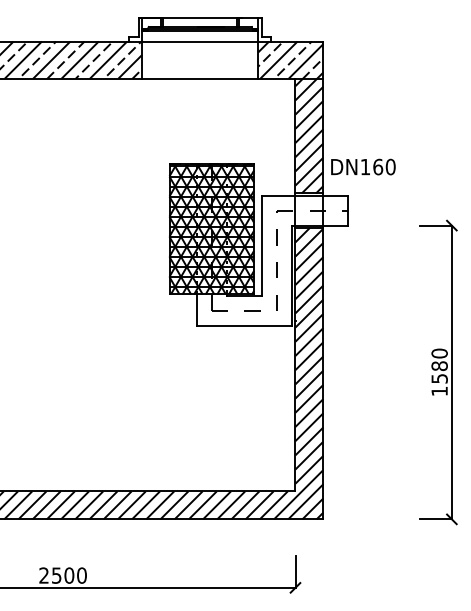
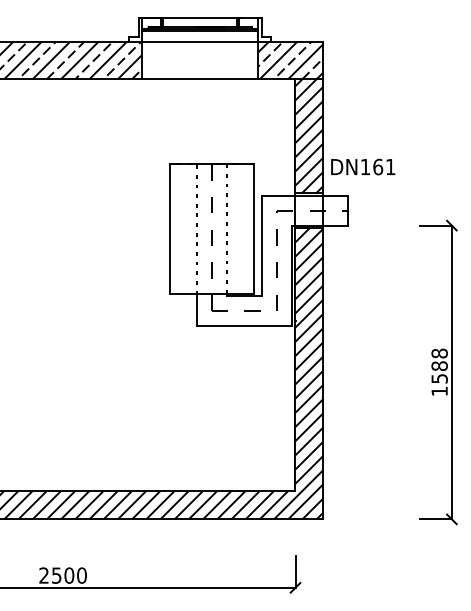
text at (390, 166): DN160 -> DN161
hatch at (211, 229): present -> none
text at (439, 353): 1580 -> 1588
